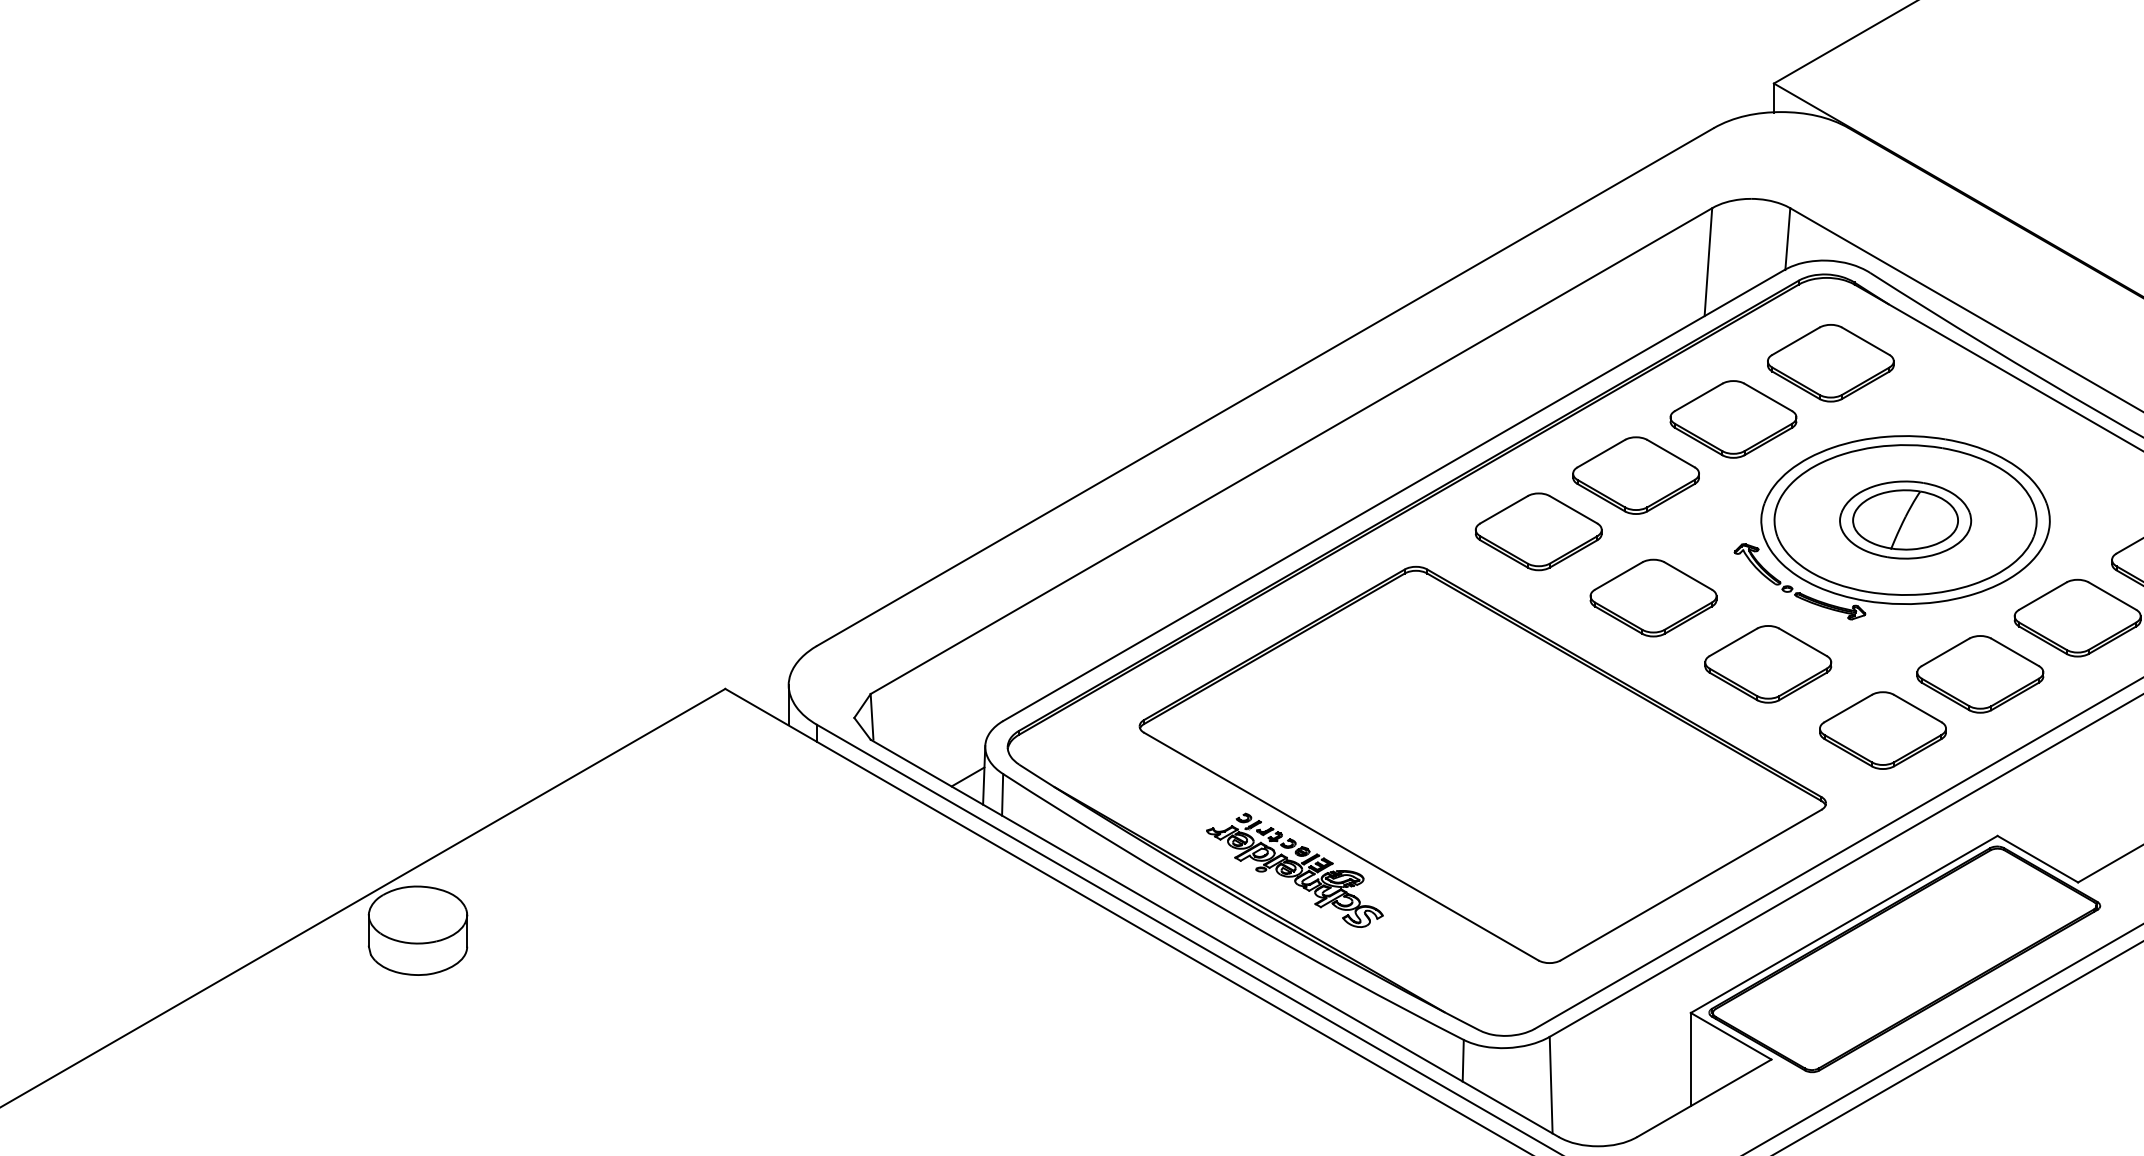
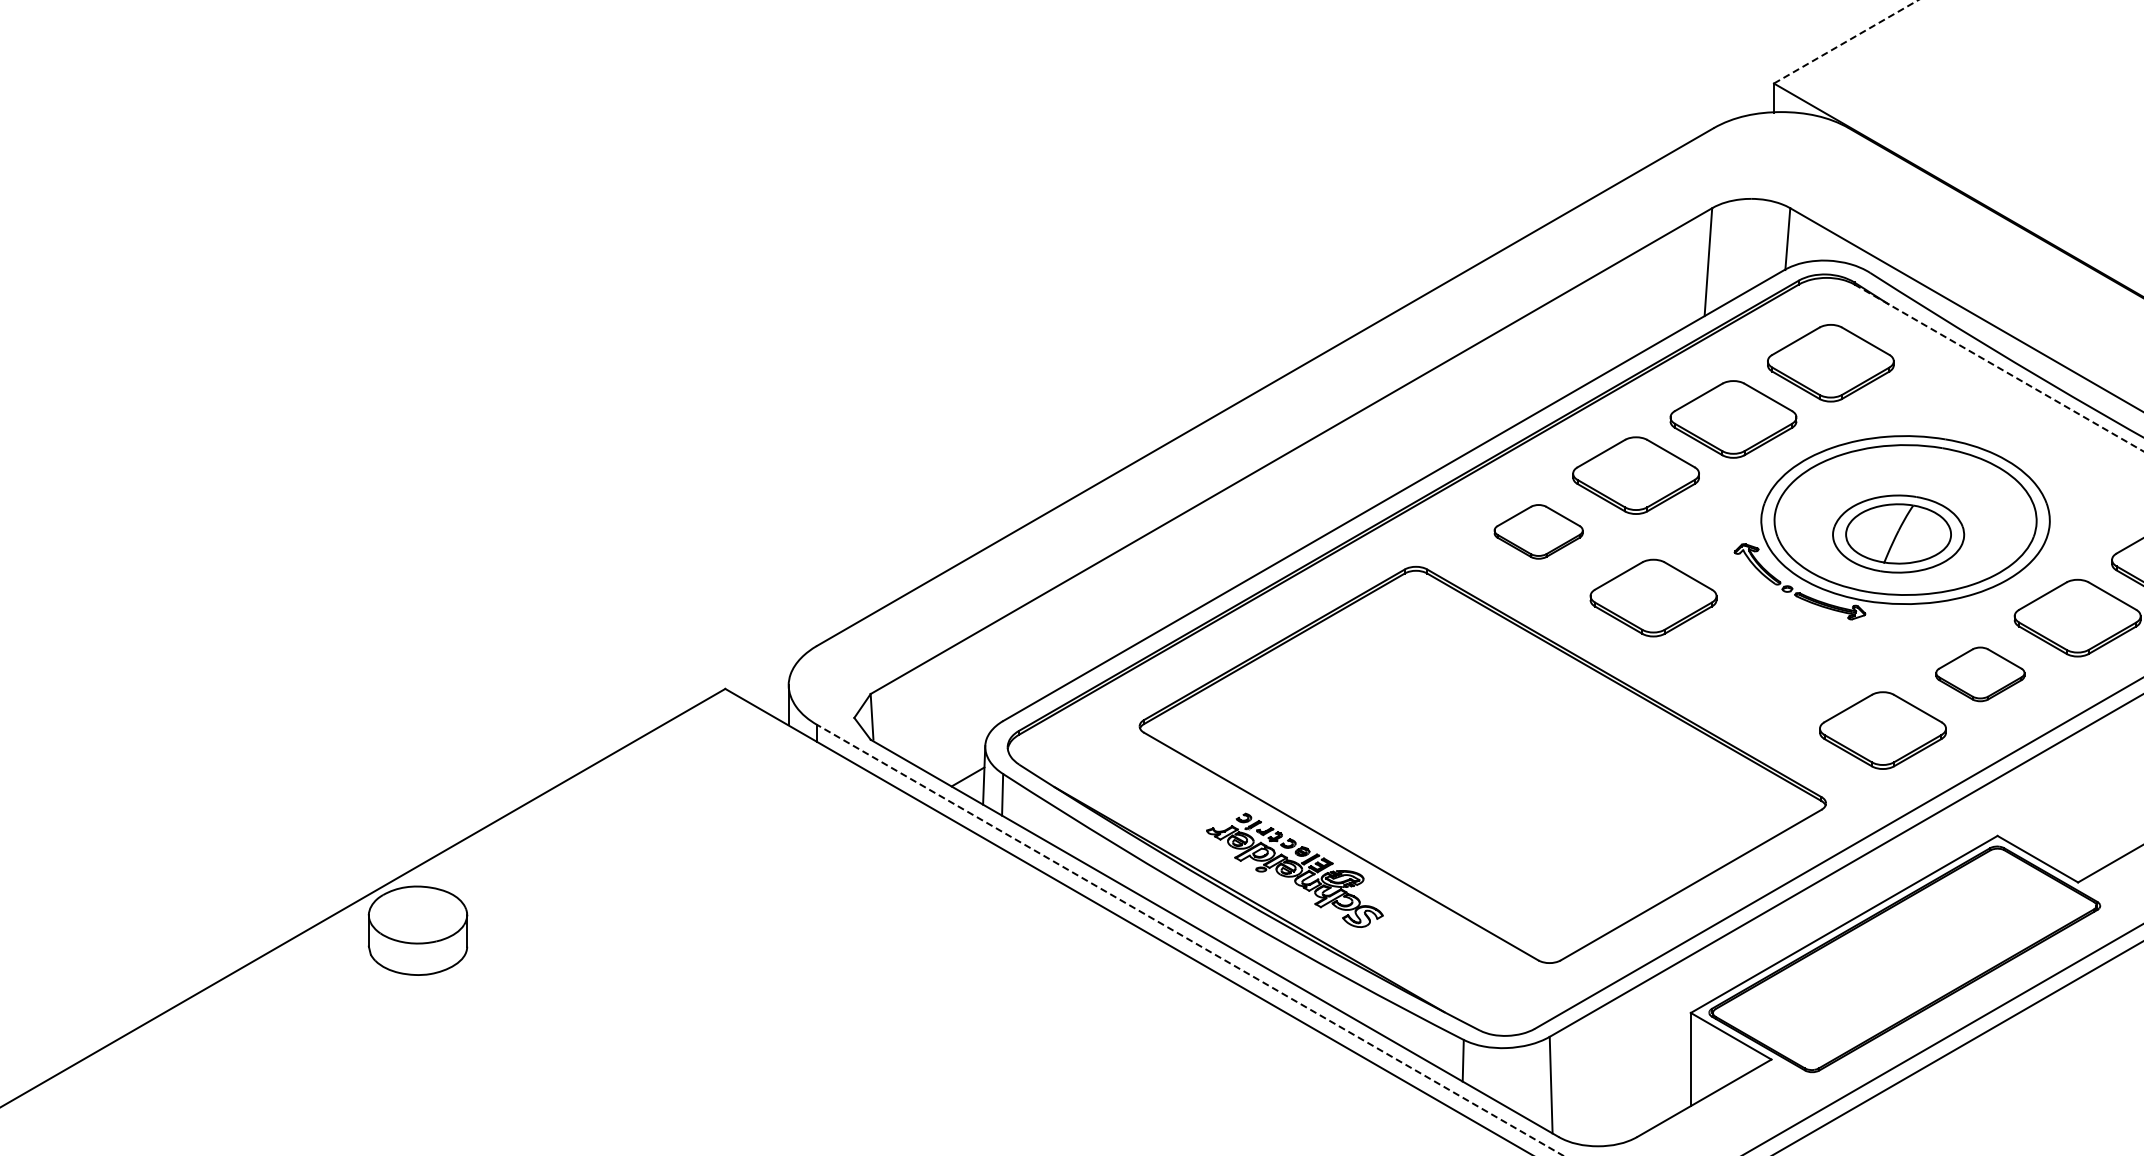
line at (1846, 41): solid -> dashed
line at (1999, 367): solid -> dashed
part at (1905, 519) position: (1905, 519) -> (1898, 533)
part at (1538, 531) size: 129x80 px -> 91x56 px
part at (1768, 664): present -> none
part at (1980, 674) size: 129x79 px -> 91x57 px
line at (1190, 940): solid -> dashed
